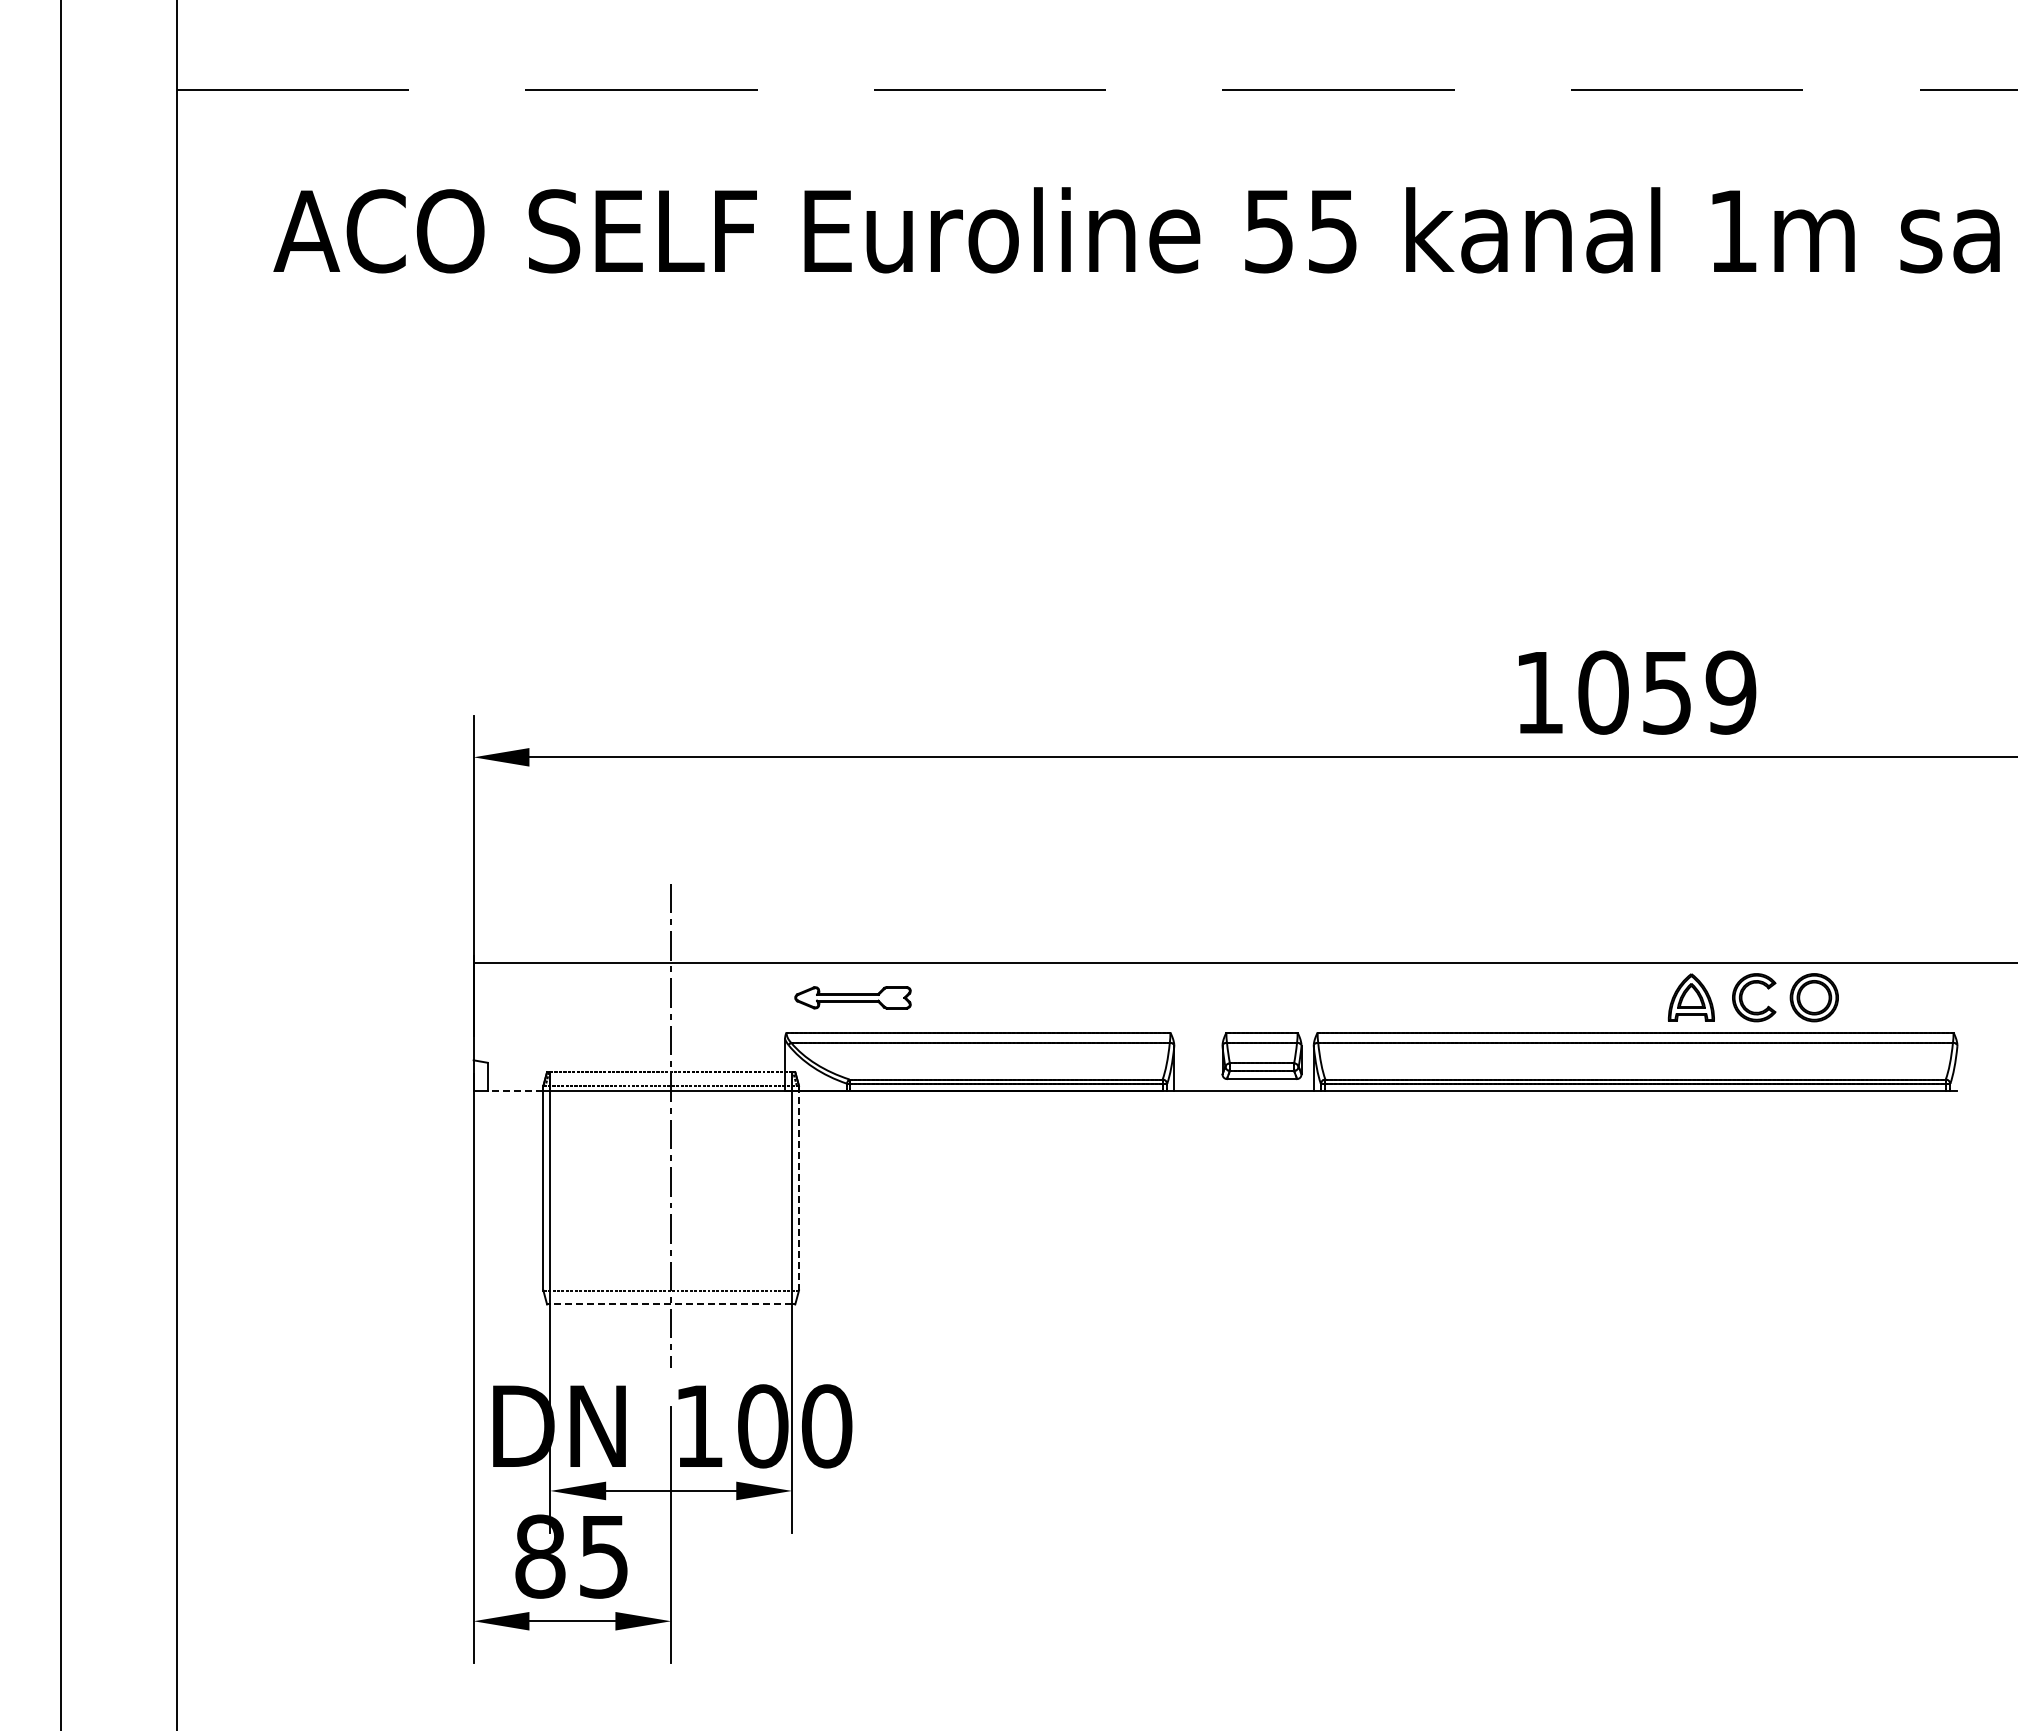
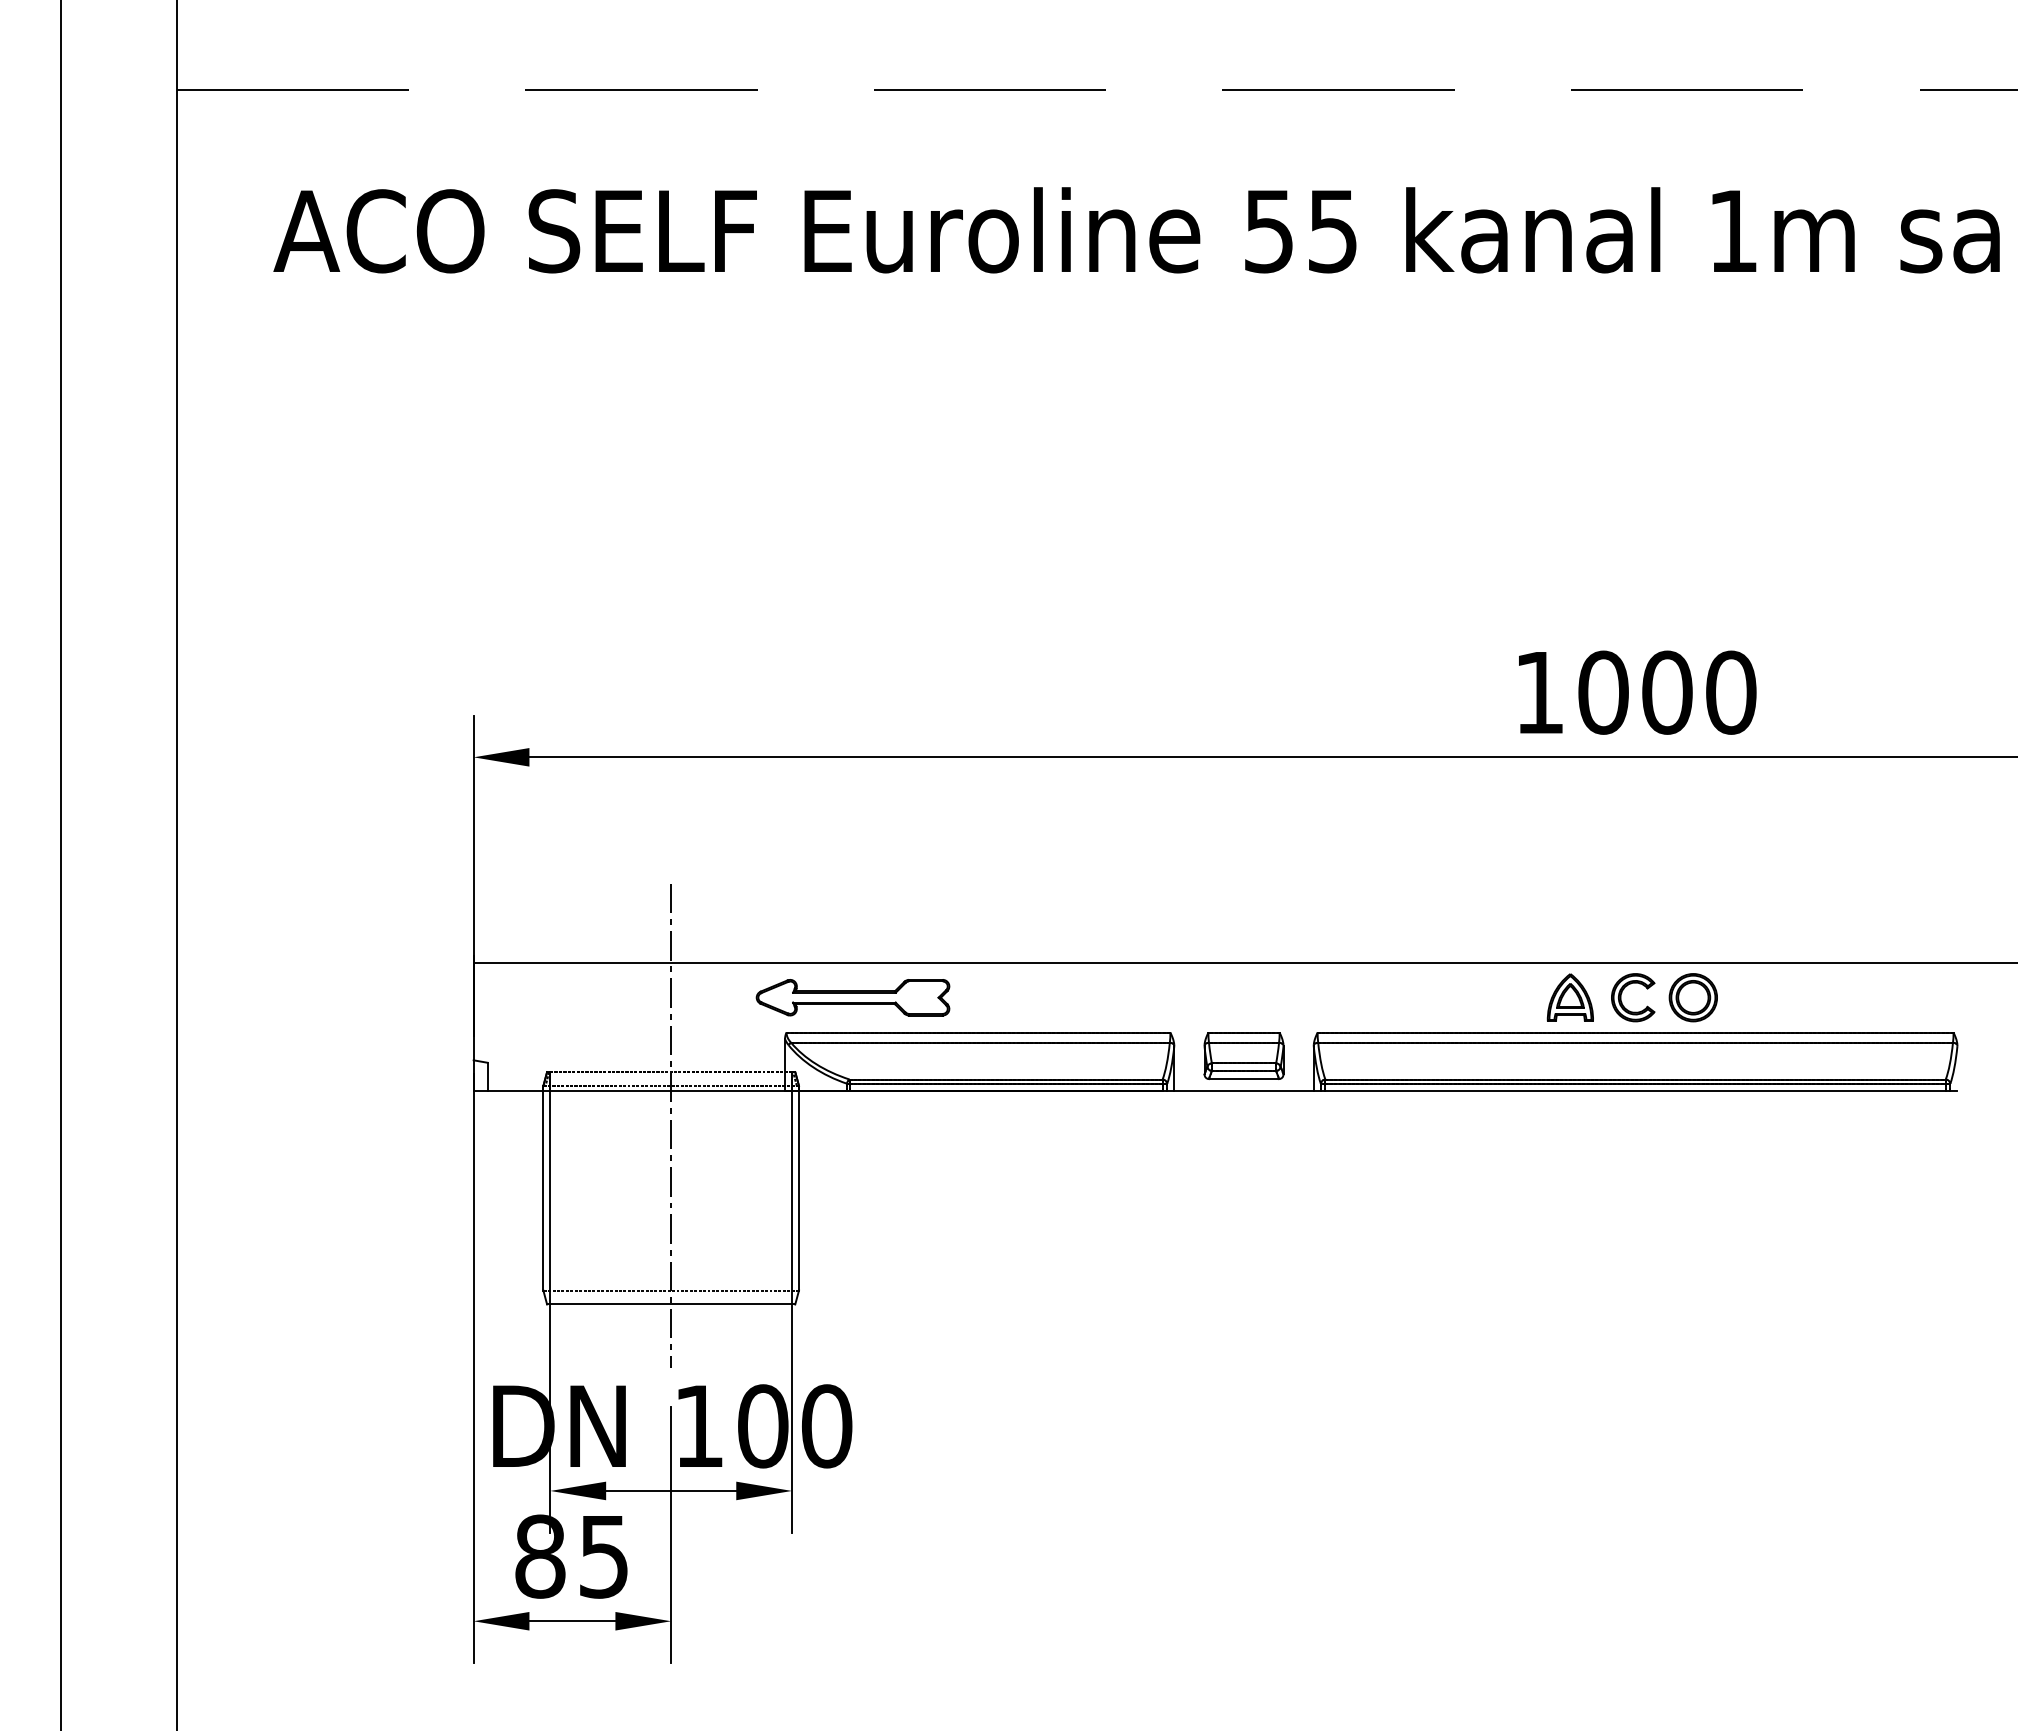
text at (1699, 692): 1059 -> 1000
part at (1743, 993) position: (1743, 993) -> (1622, 993)
part at (852, 997) size: 118x24 px -> 196x38 px
part at (1261, 1055) position: (1261, 1055) -> (1243, 1055)
line at (515, 1090): dashed -> solid
line at (799, 1187): dashed -> solid
line at (671, 1304): dashed -> solid
